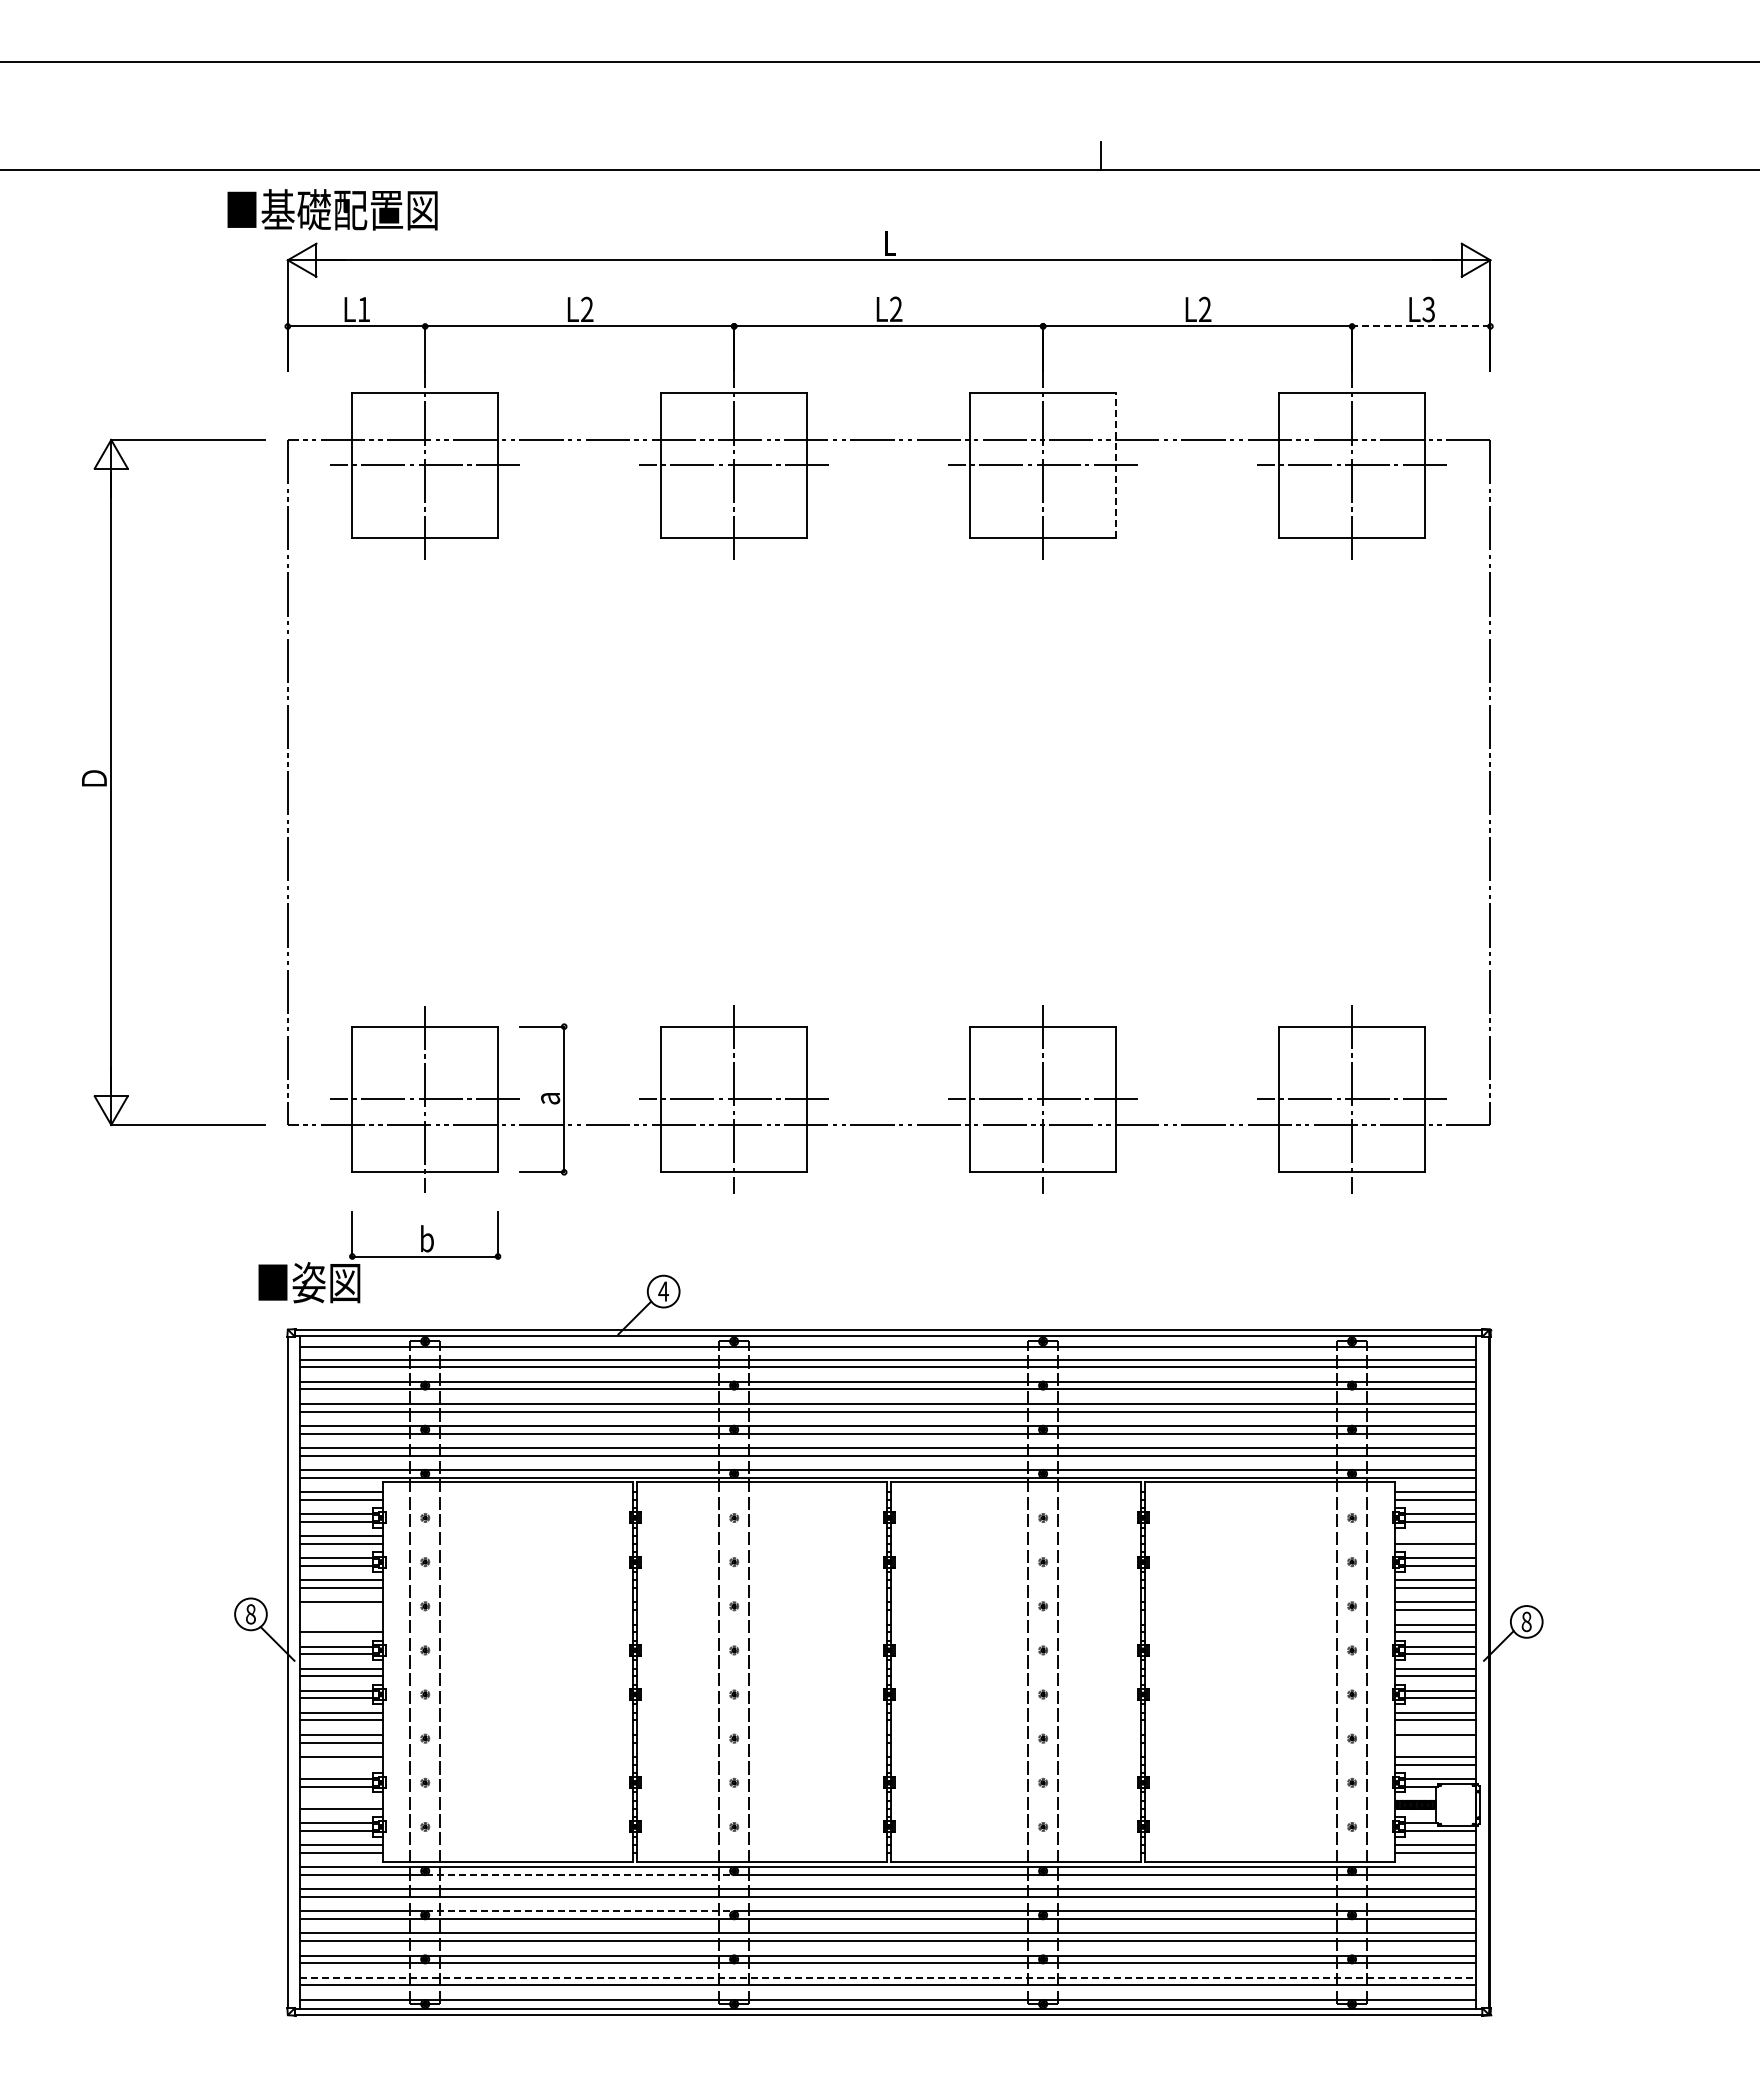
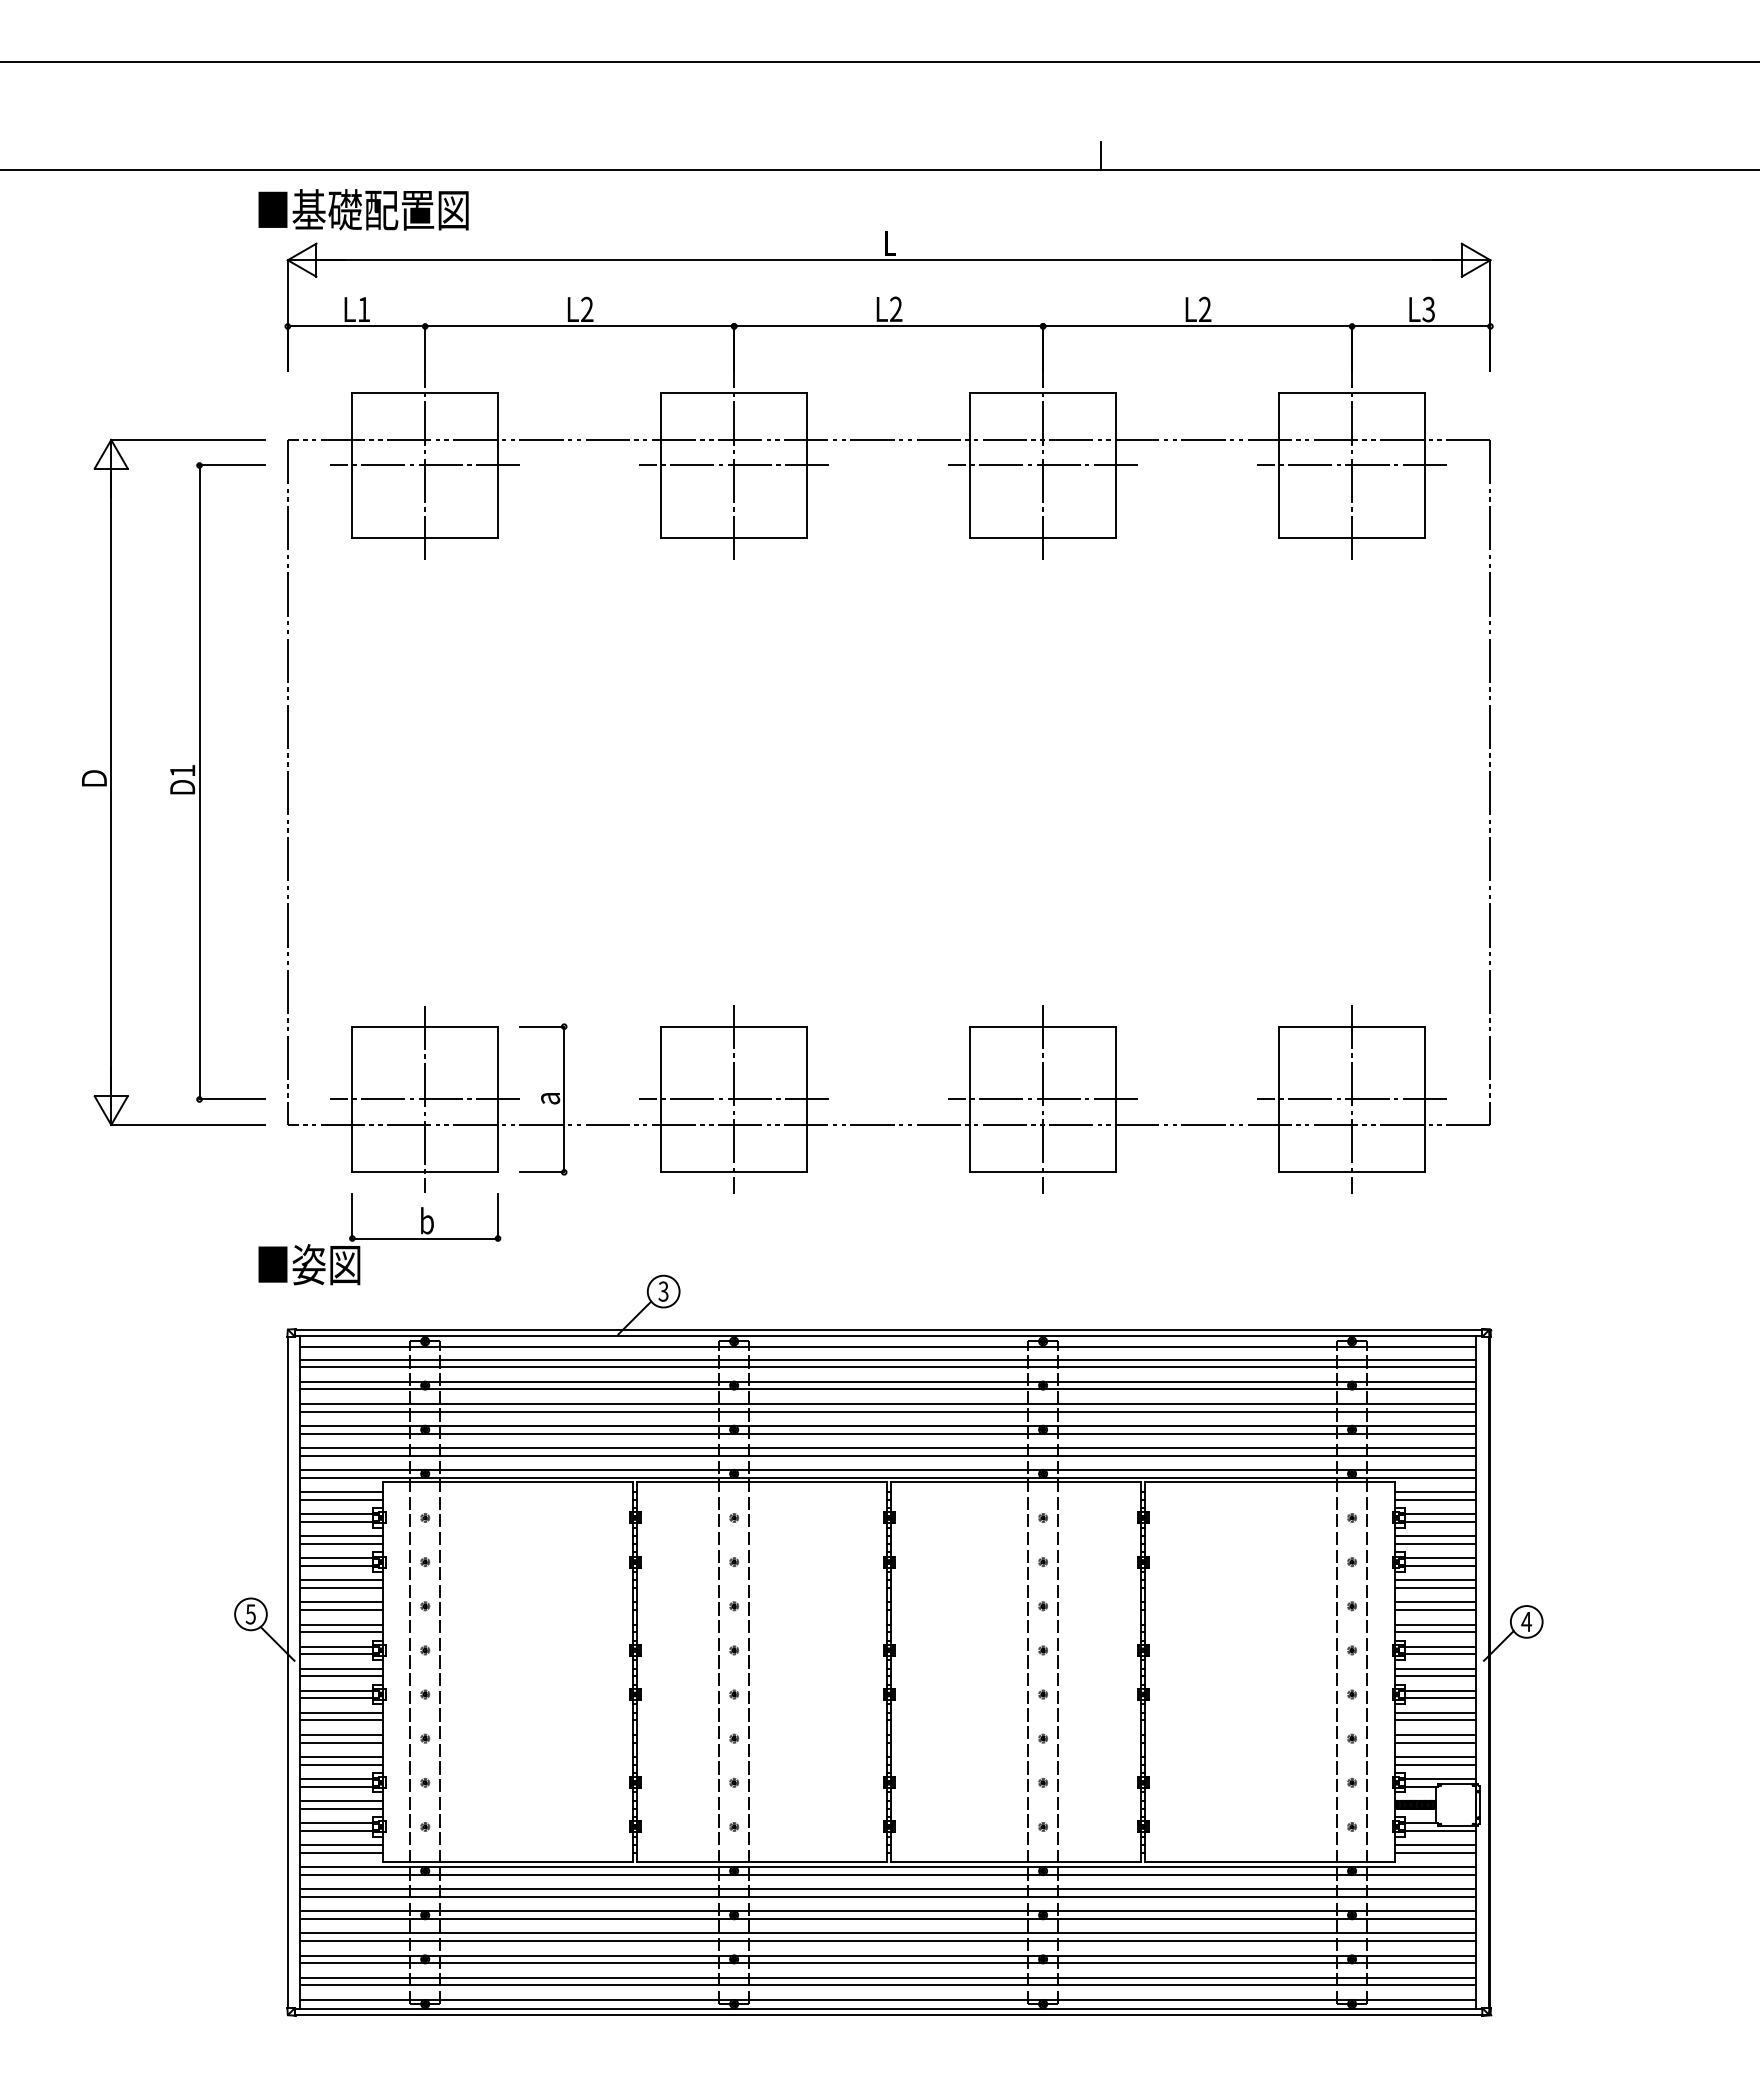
text at (332, 209) position: (332, 209) -> (363, 209)
line at (1420, 326): dashed -> solid
line at (1115, 465): dashed -> solid
part at (200, 782): none -> present
part at (379, 1257) position: (379, 1257) -> (379, 1239)
text at (663, 1291): 4 -> 3
line at (1435, 1536): none -> present
line at (341, 1610): none -> present
text at (250, 1614): 8 -> 5
text at (1526, 1621): 8 -> 4
line at (341, 1624): none -> present
line at (1435, 1742): none -> present
line at (341, 1764): none -> present
line at (341, 1801): none -> present
line at (580, 1874): dashed -> solid
line at (580, 1911): dashed -> solid
line at (888, 1977): dashed -> solid
